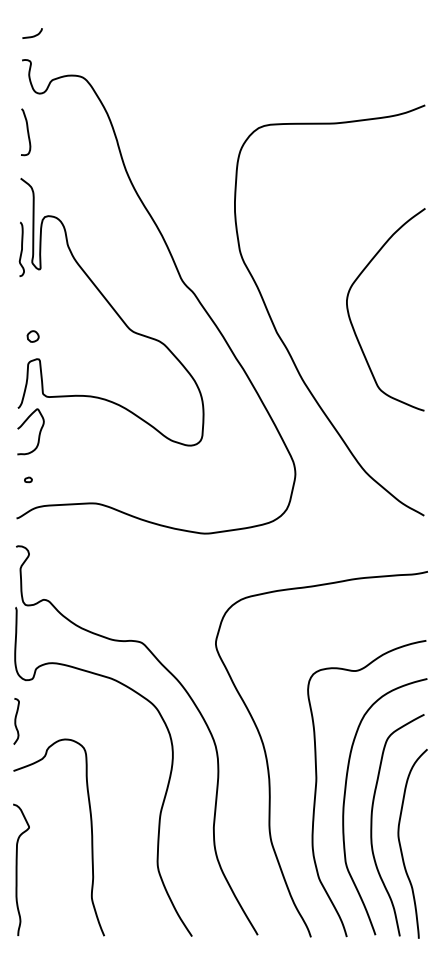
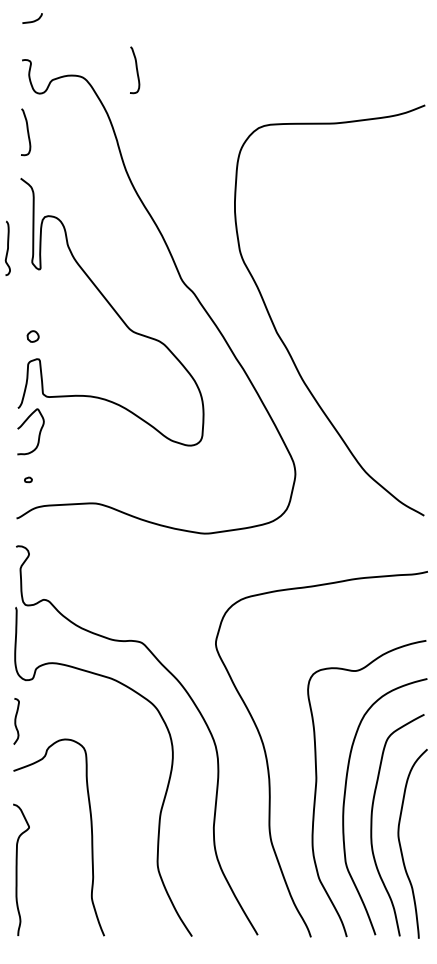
curve at (33, 35) position: (33, 35) -> (33, 20)
curve at (136, 70): none -> present
curve at (21, 248) position: (21, 248) -> (7, 247)
curve at (350, 316): present -> none
